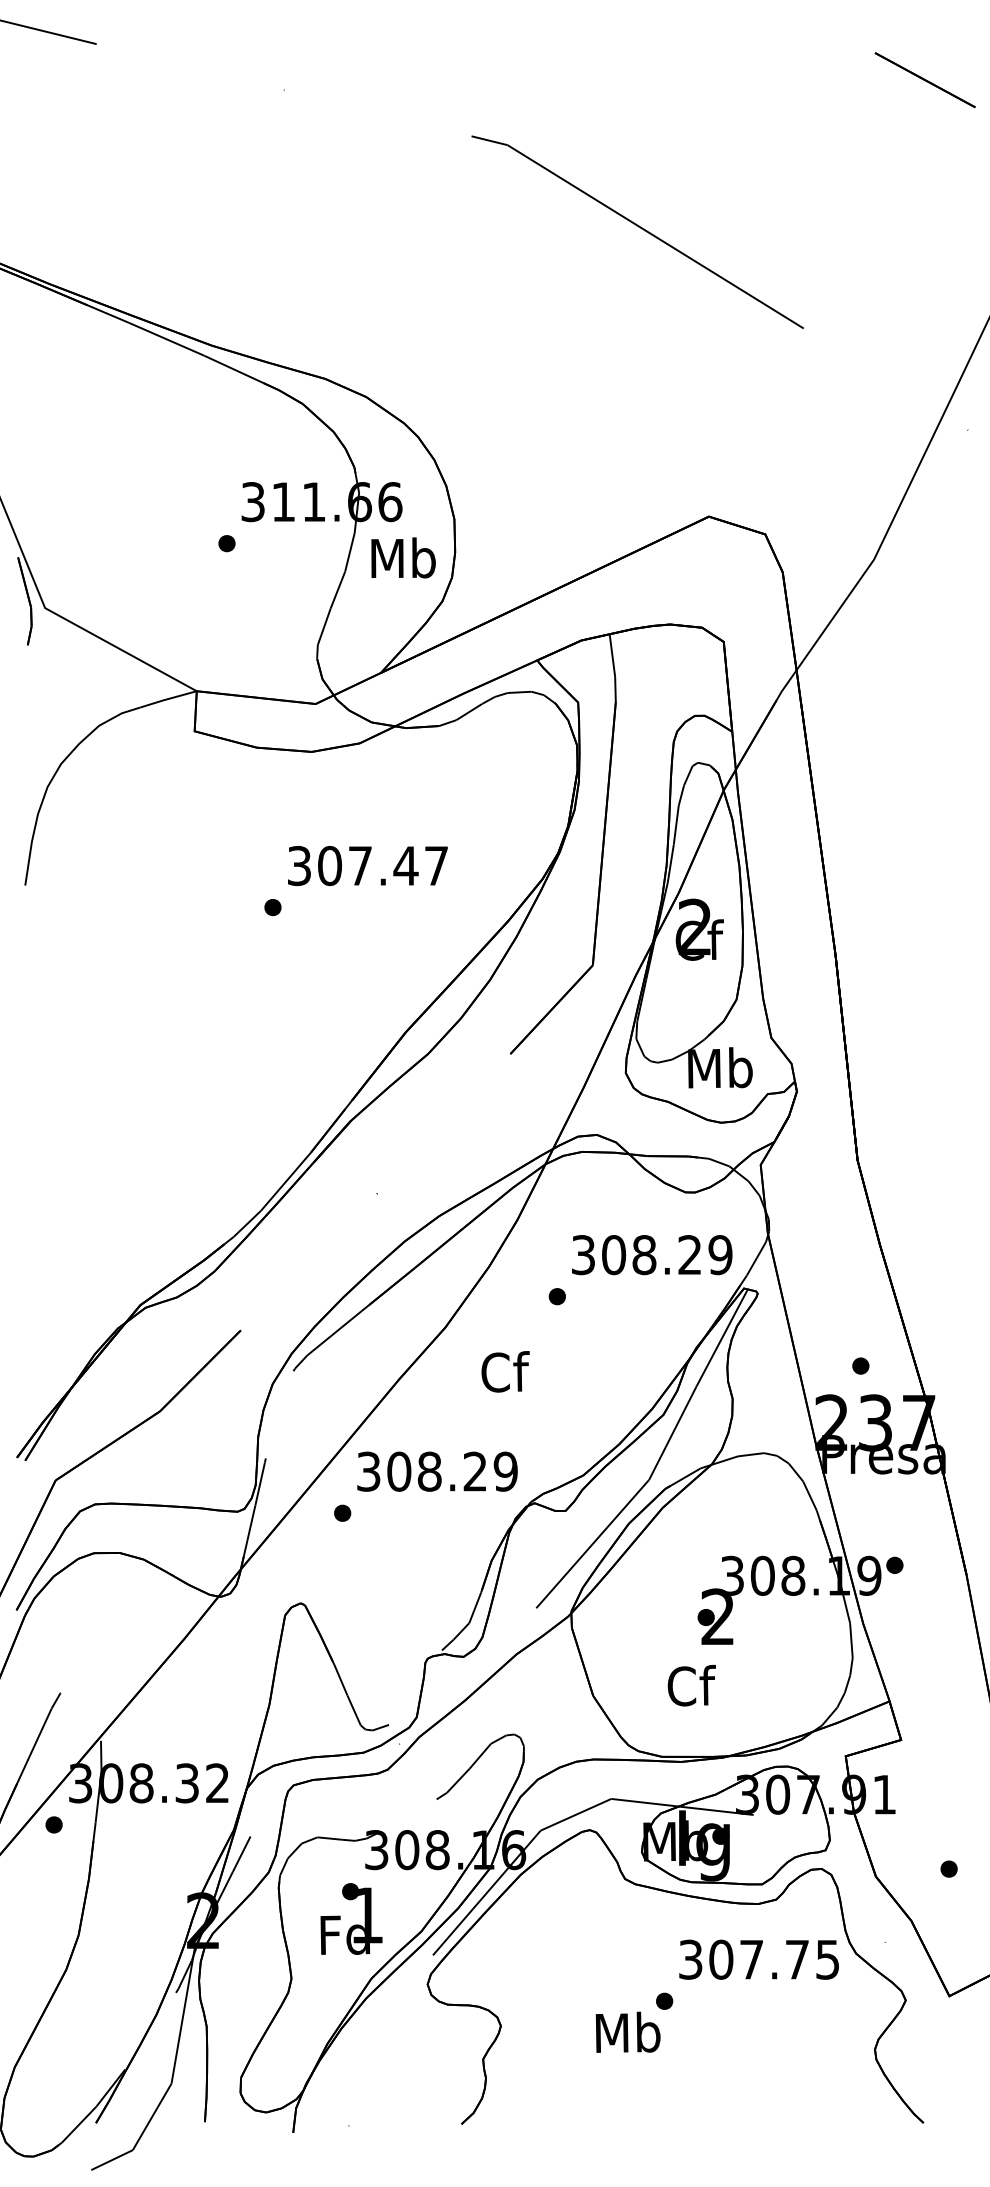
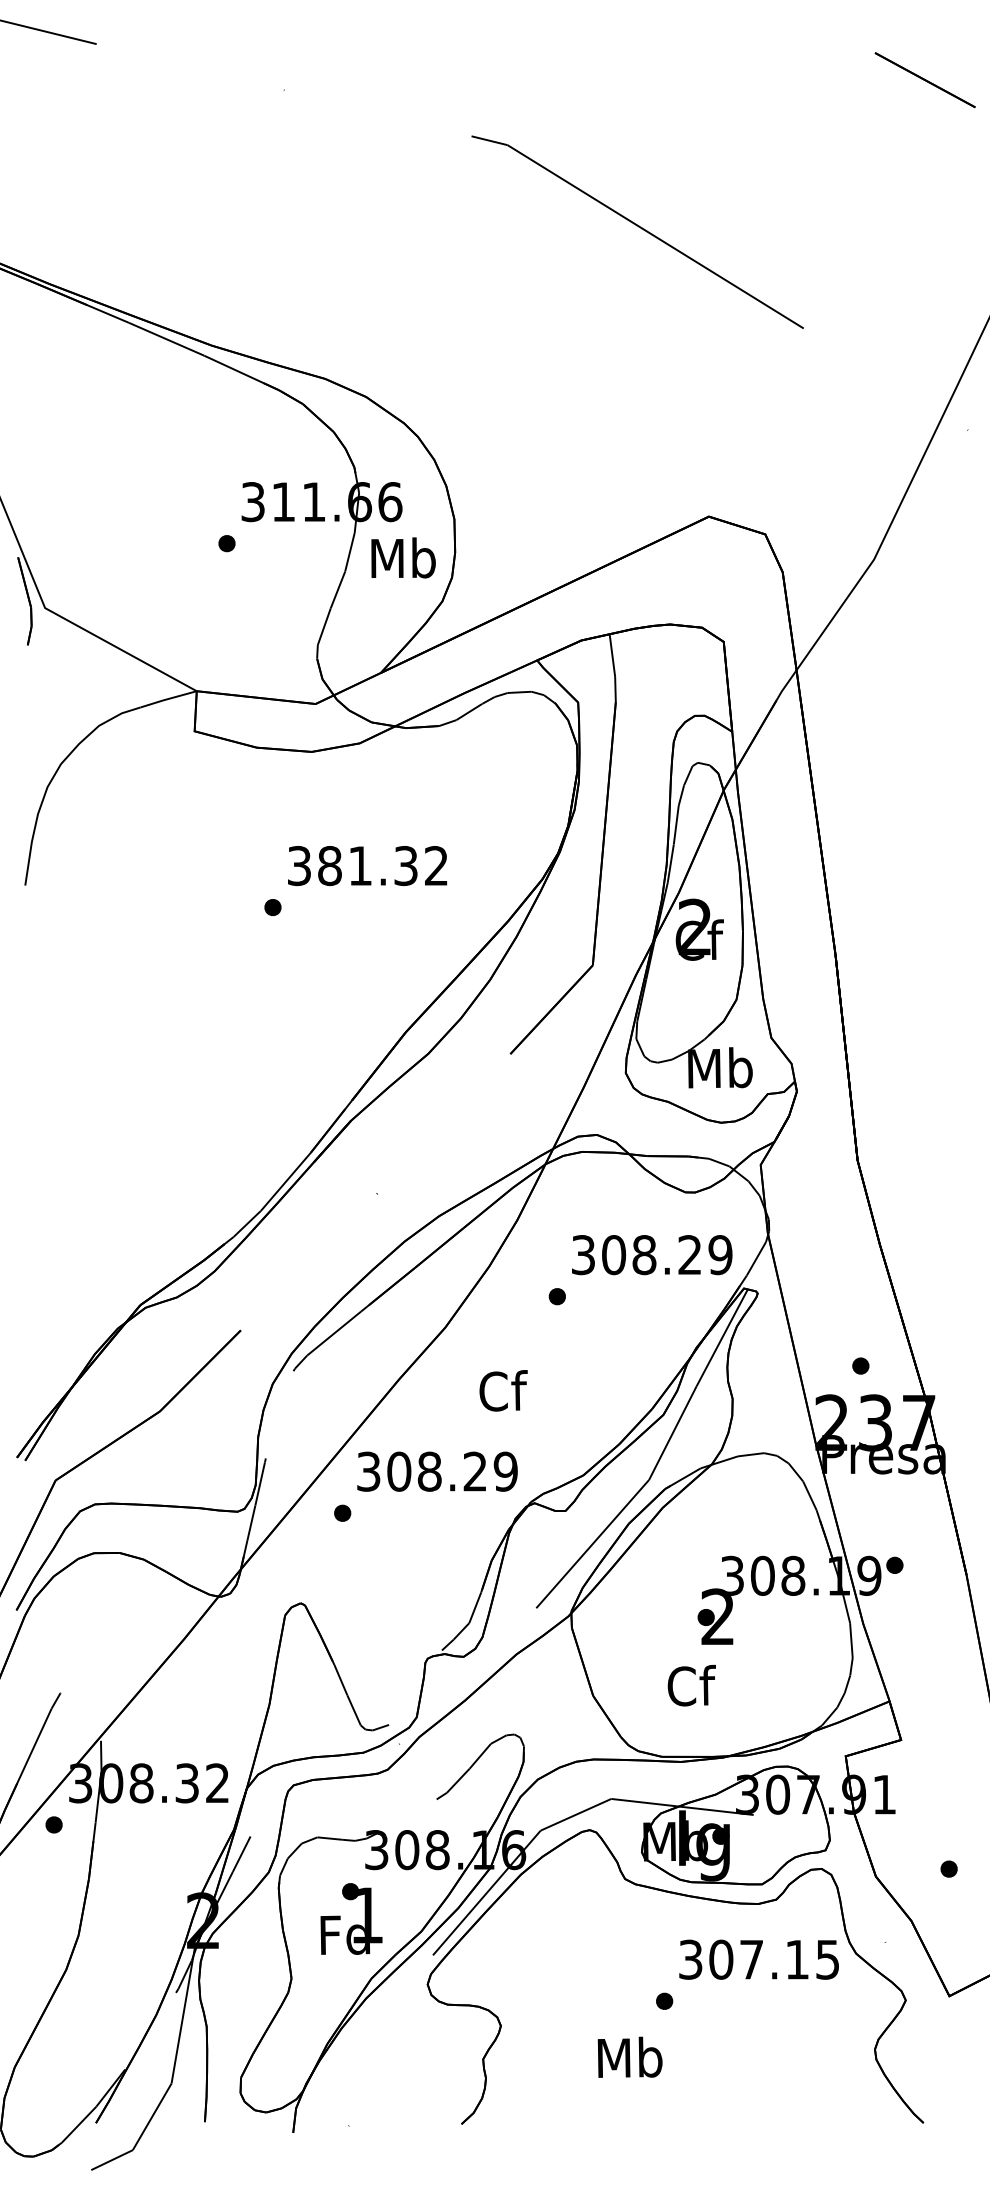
text at (382, 866): 307.47 -> 381.32
text at (505, 1371) position: (505, 1371) -> (503, 1390)
text at (797, 1959): 307.75 -> 307.15
text at (627, 2031) position: (627, 2031) -> (629, 2056)
